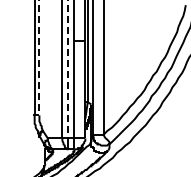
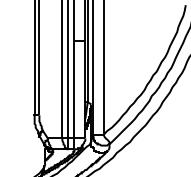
line at (39, 58): dashed -> solid
line at (68, 69): dashed -> solid
